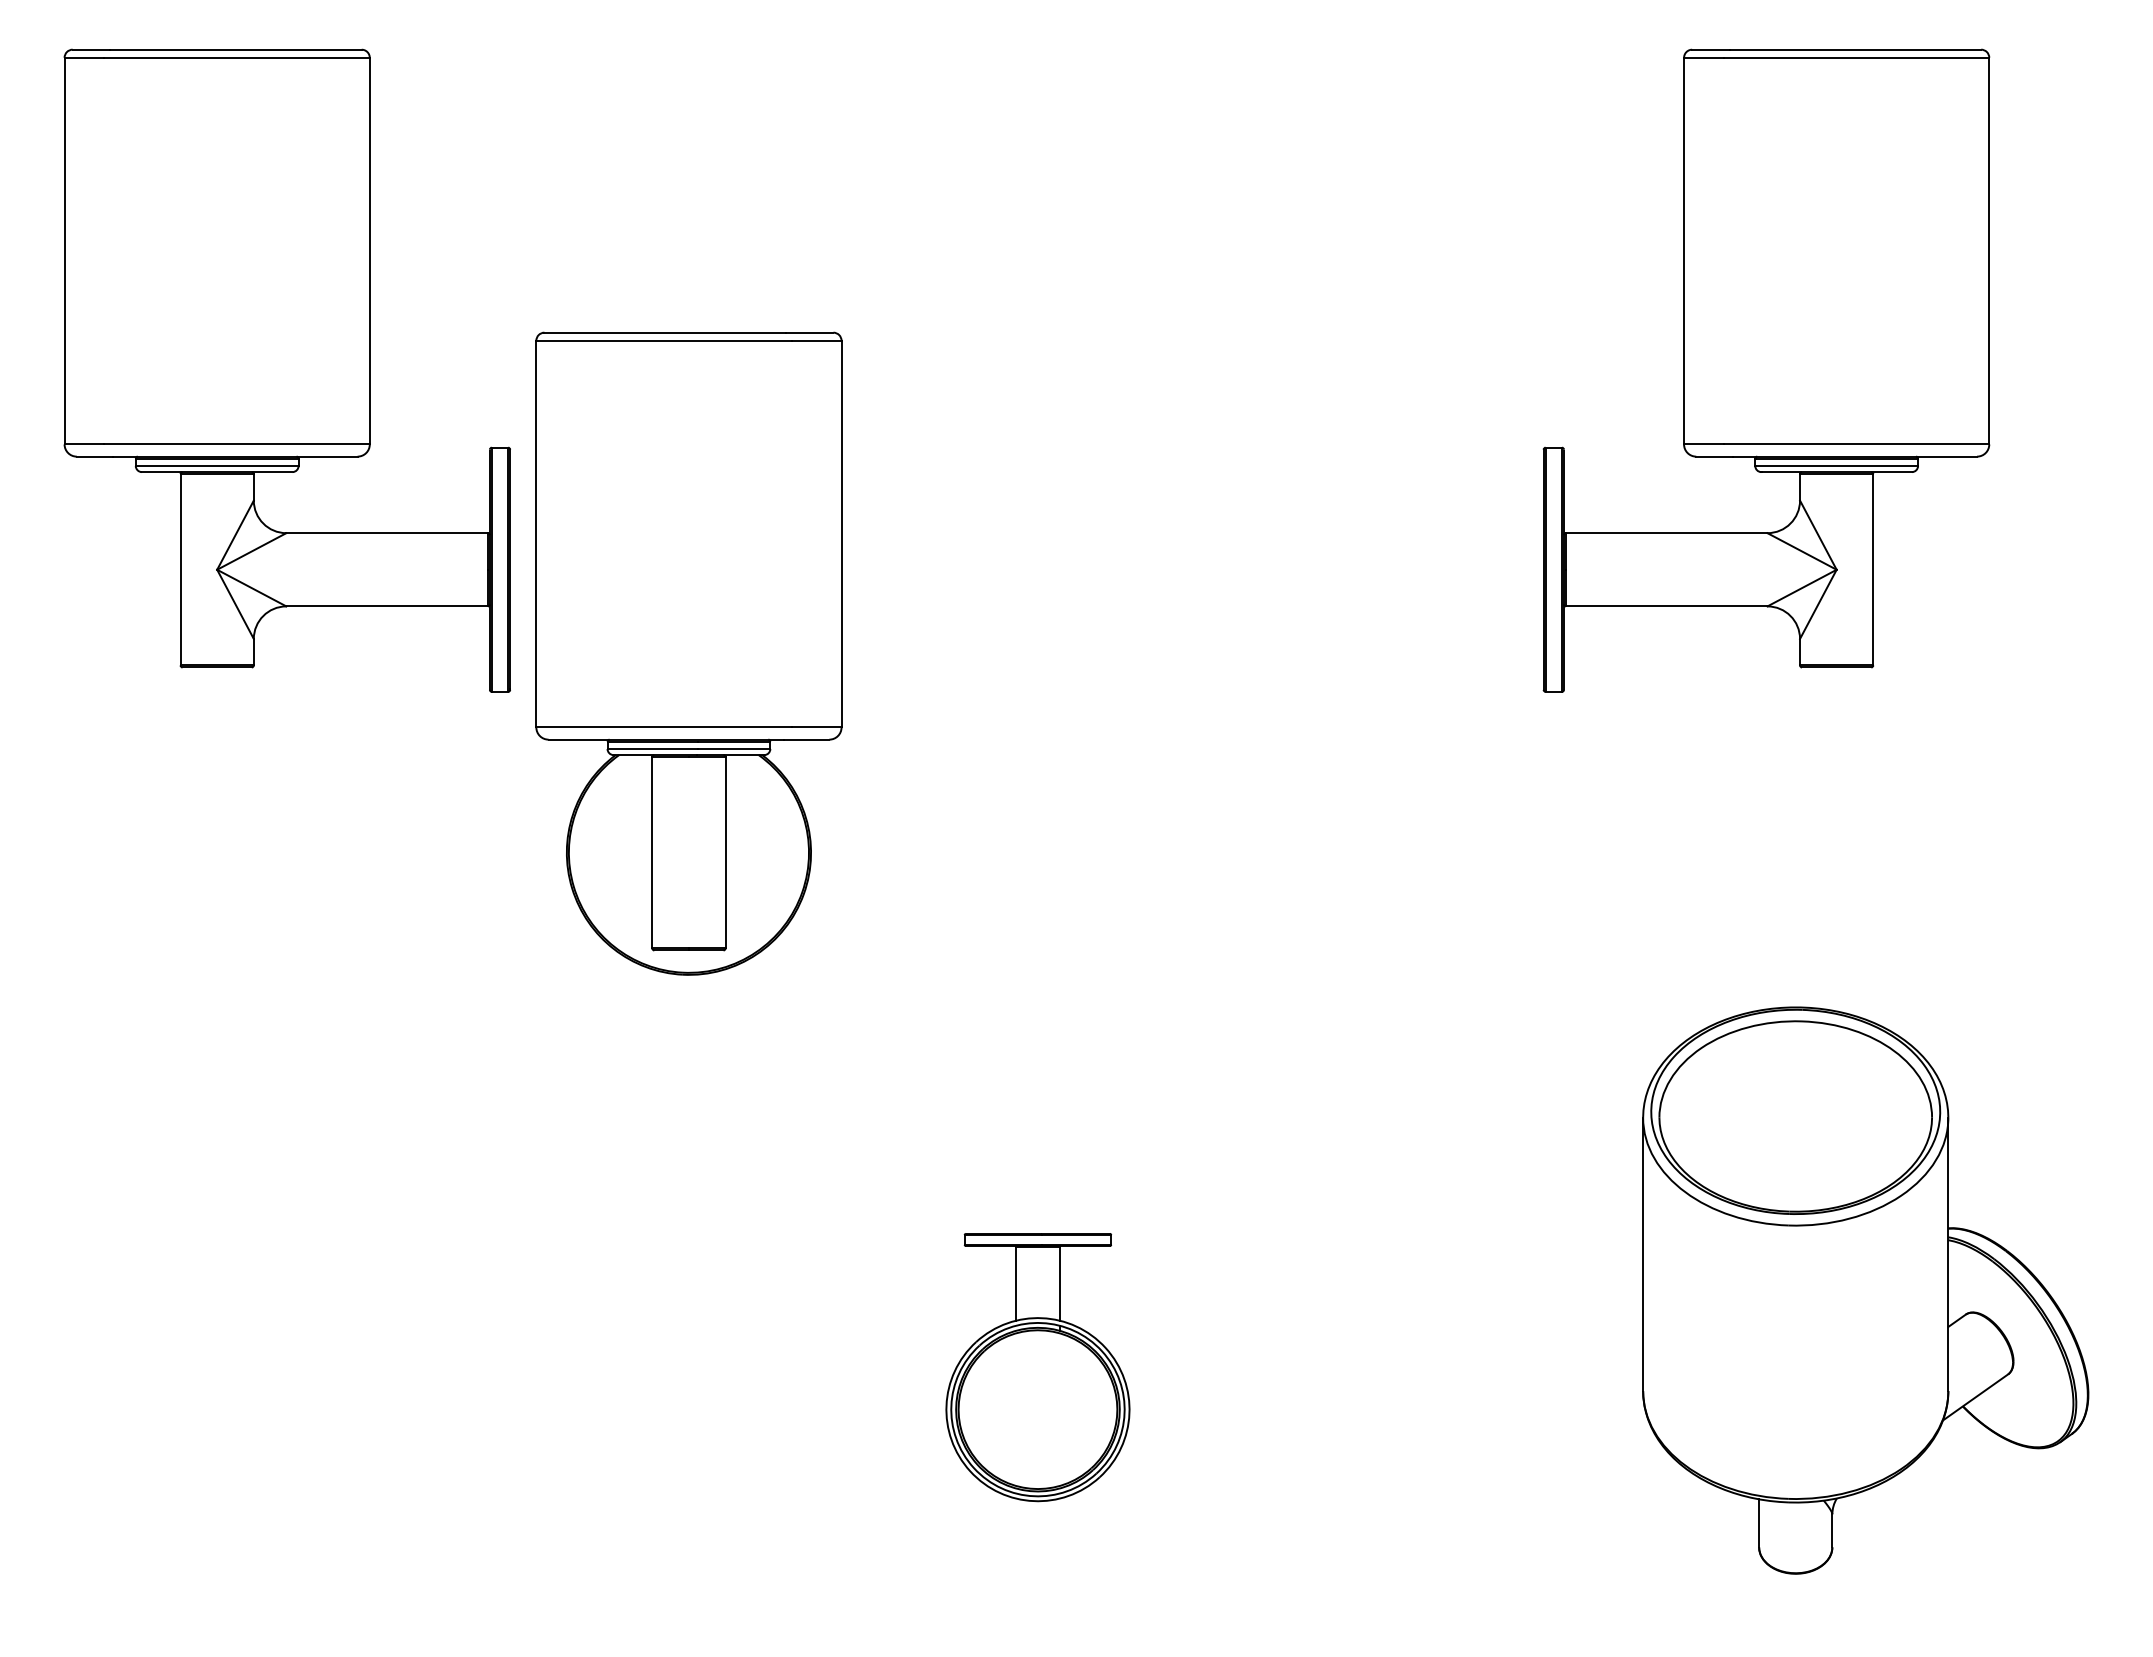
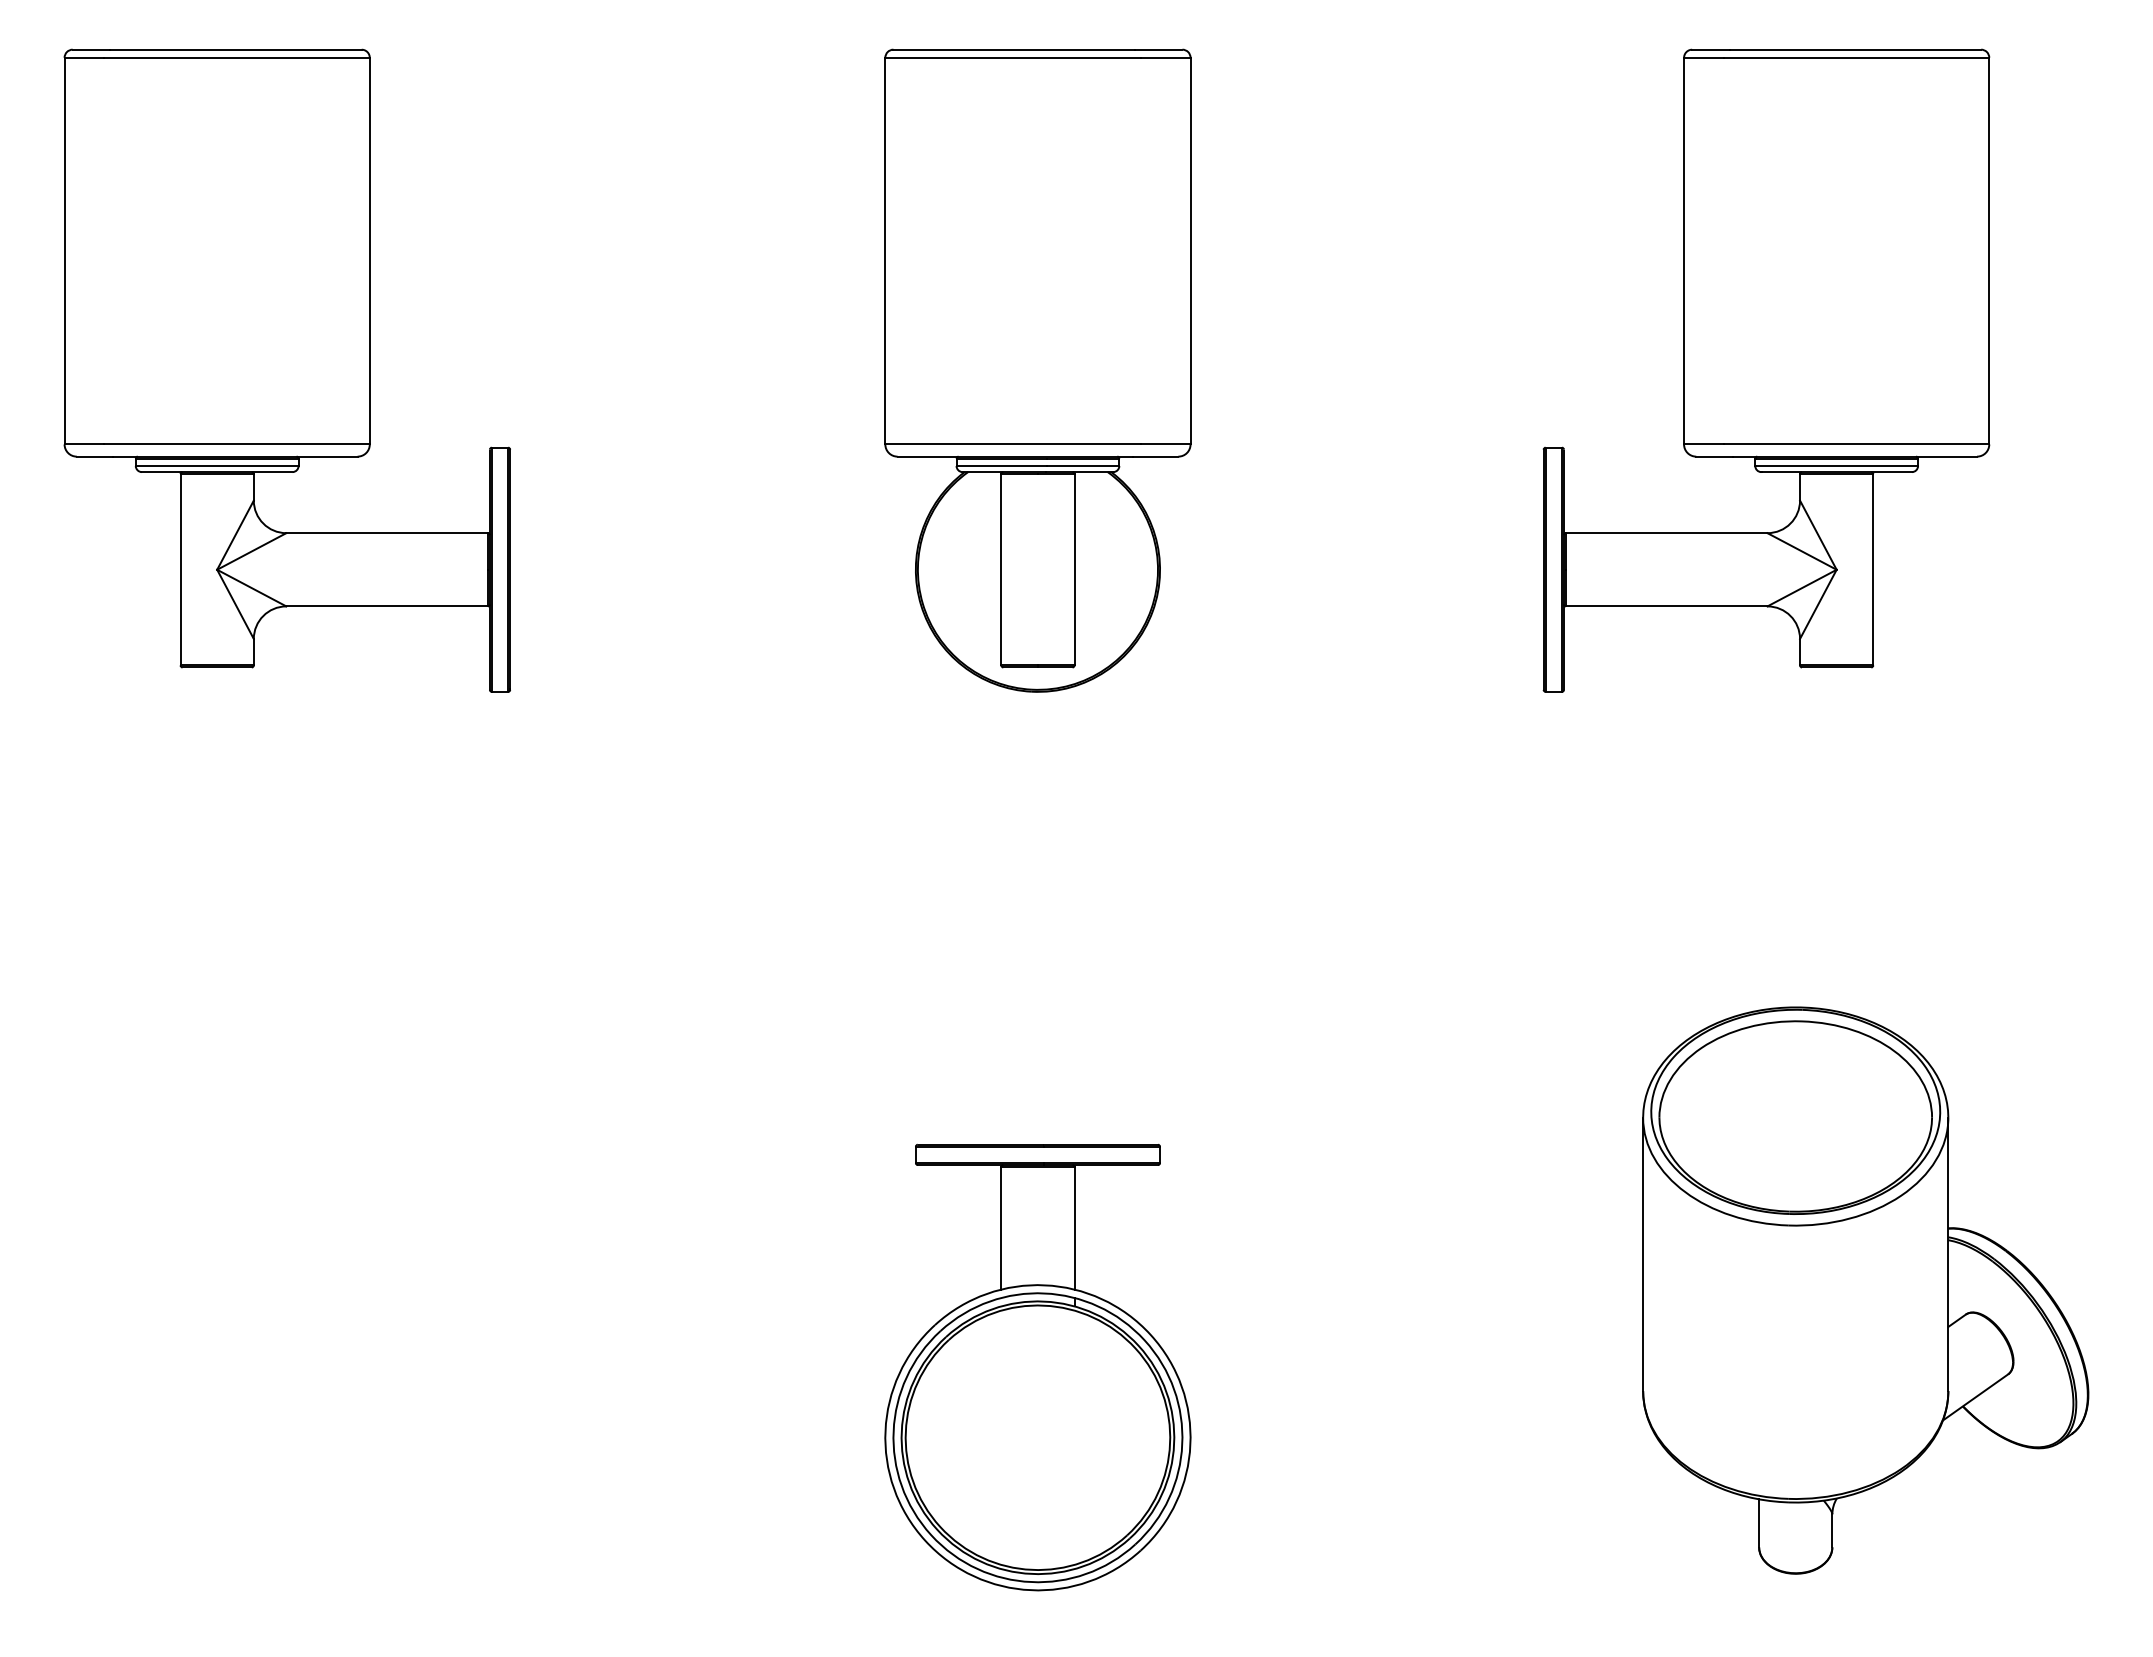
part at (688, 653) position: (688, 653) -> (1037, 370)
part at (1037, 1367) size: 186x270 px -> 308x449 px
